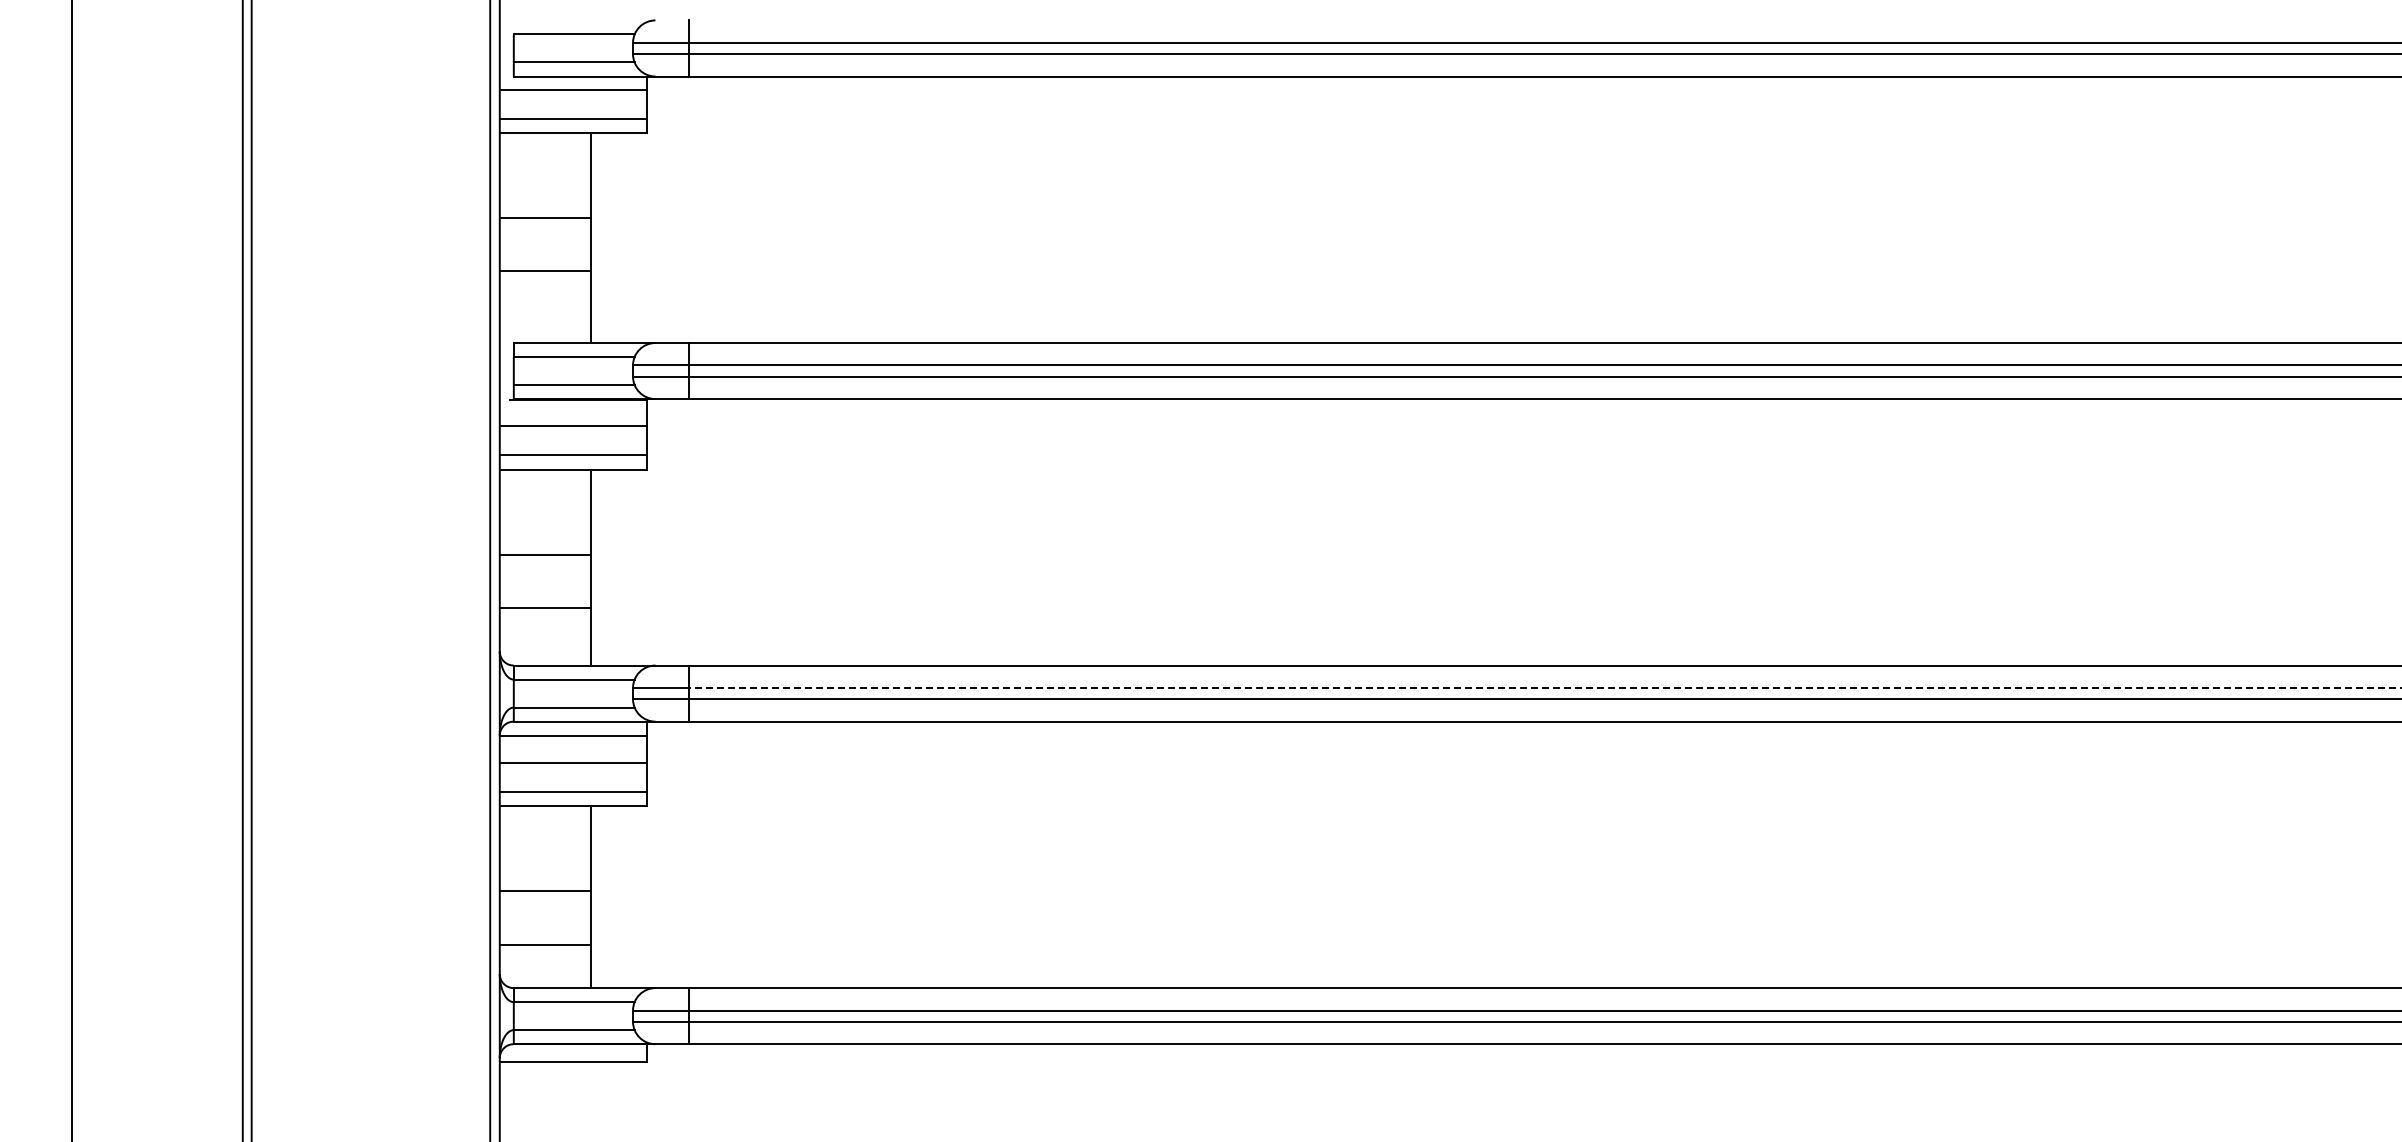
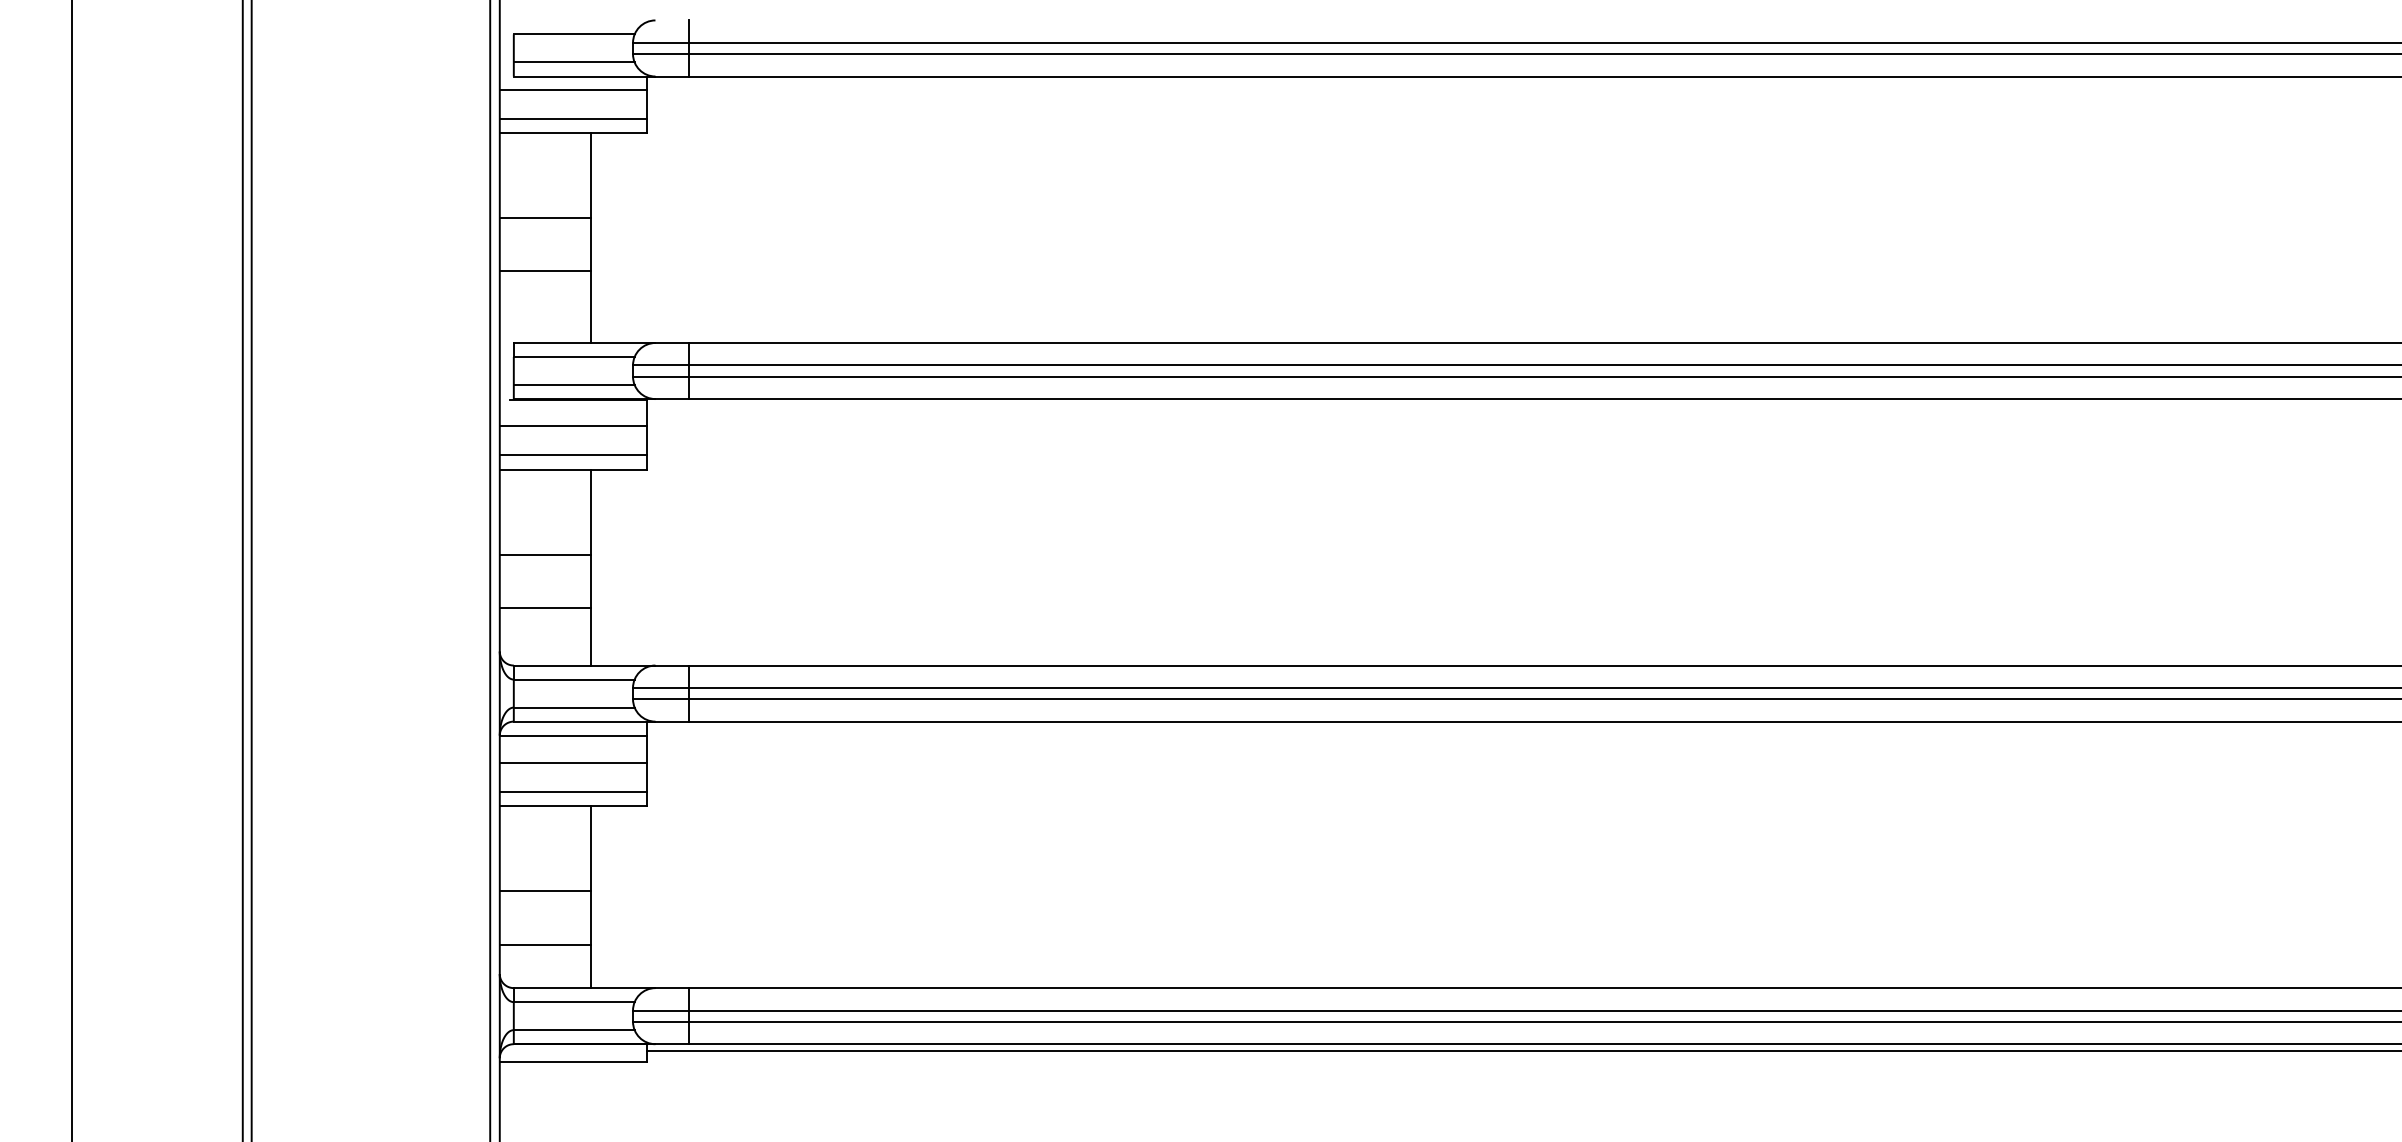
line at (1545, 687): dashed -> solid
line at (1522, 1051): none -> present
